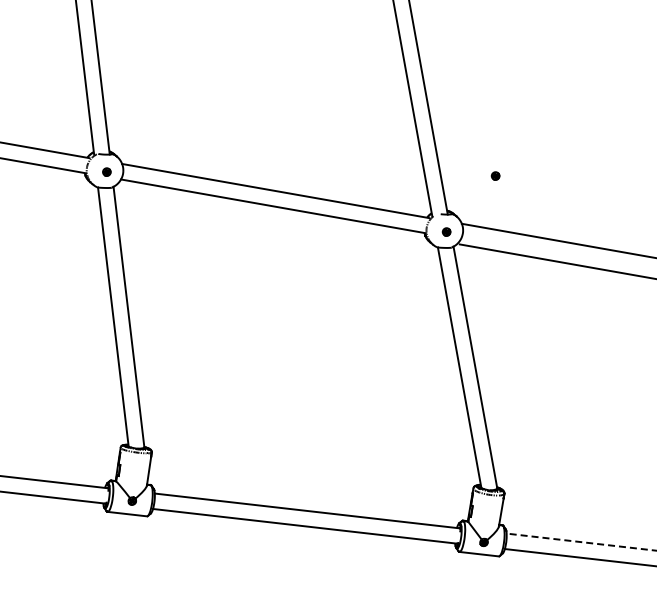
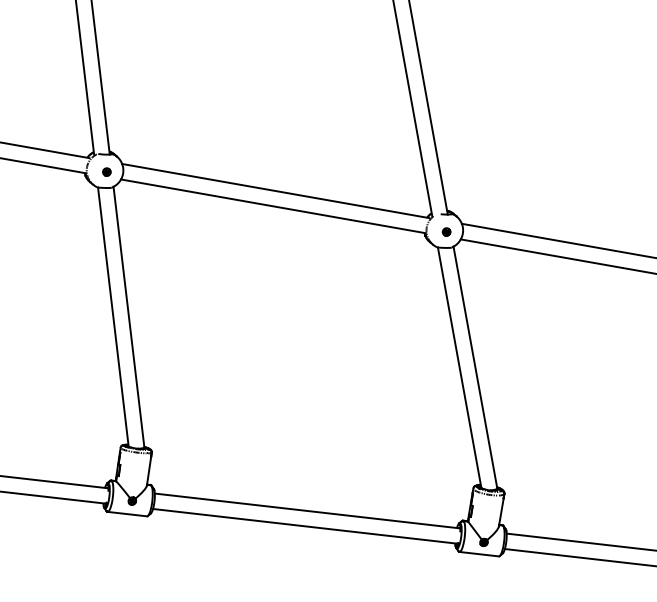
part at (495, 175): present -> none
line at (556, 261) position: (556, 261) -> (556, 256)
line at (580, 542): dashed -> solid
